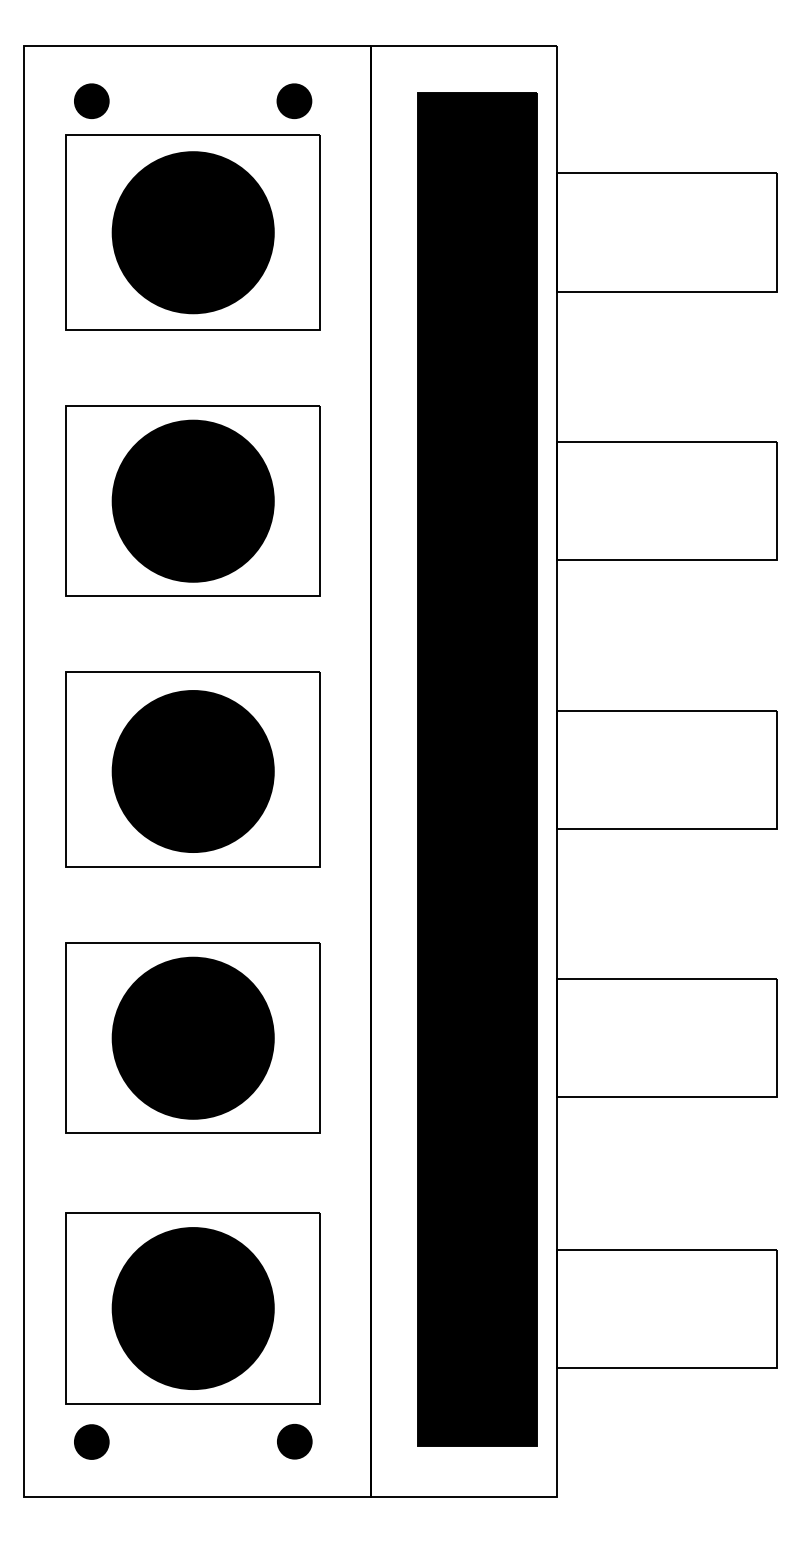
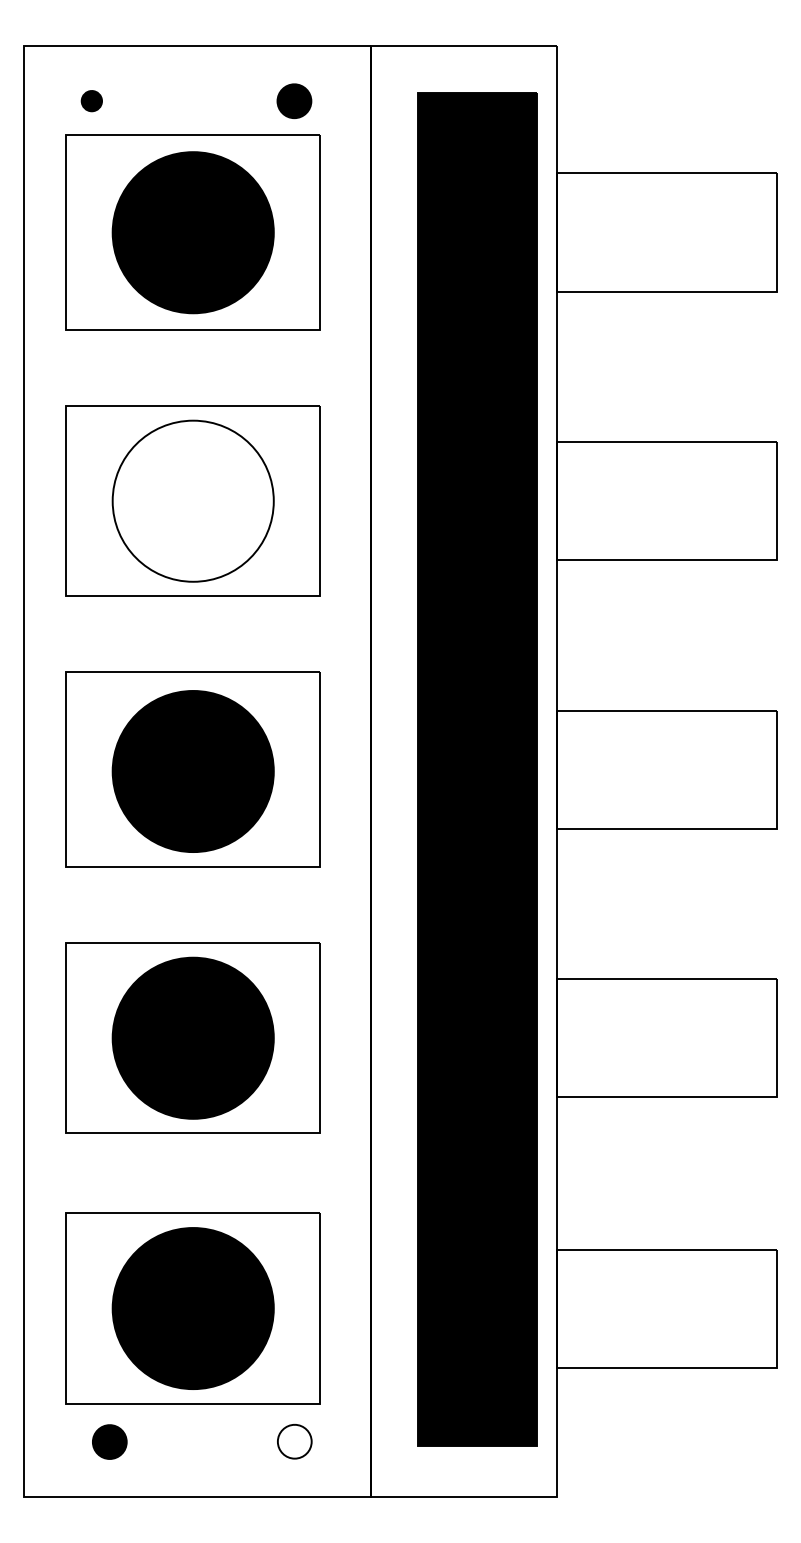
part at (91, 100) size: 36x36 px -> 23x23 px
fill at (192, 500): present -> none
part at (91, 1441) position: (91, 1441) -> (109, 1441)
fill at (294, 1441): present -> none
